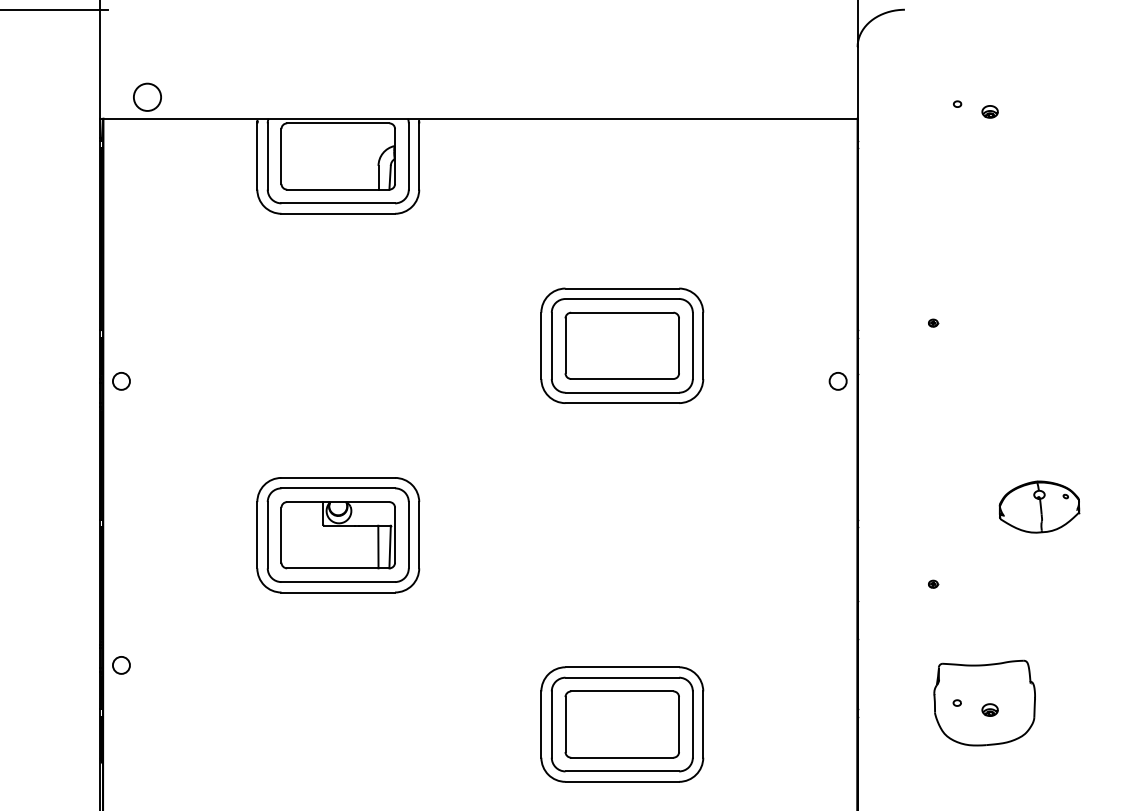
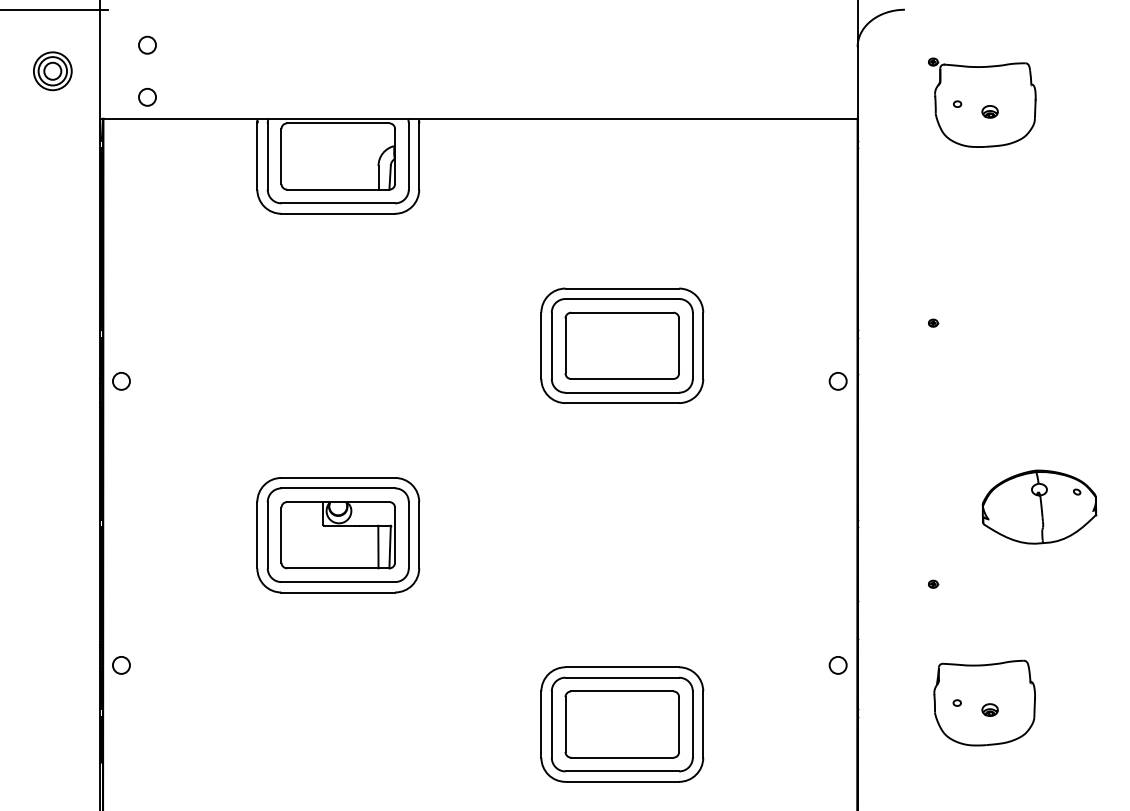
circle at (147, 44): none -> present
part at (52, 71): none -> present
circle at (147, 96) diameter: 27 px -> 17 px
part at (982, 102): none -> present
part at (1039, 506) size: 83x54 px -> 117x76 px
circle at (837, 665): none -> present
